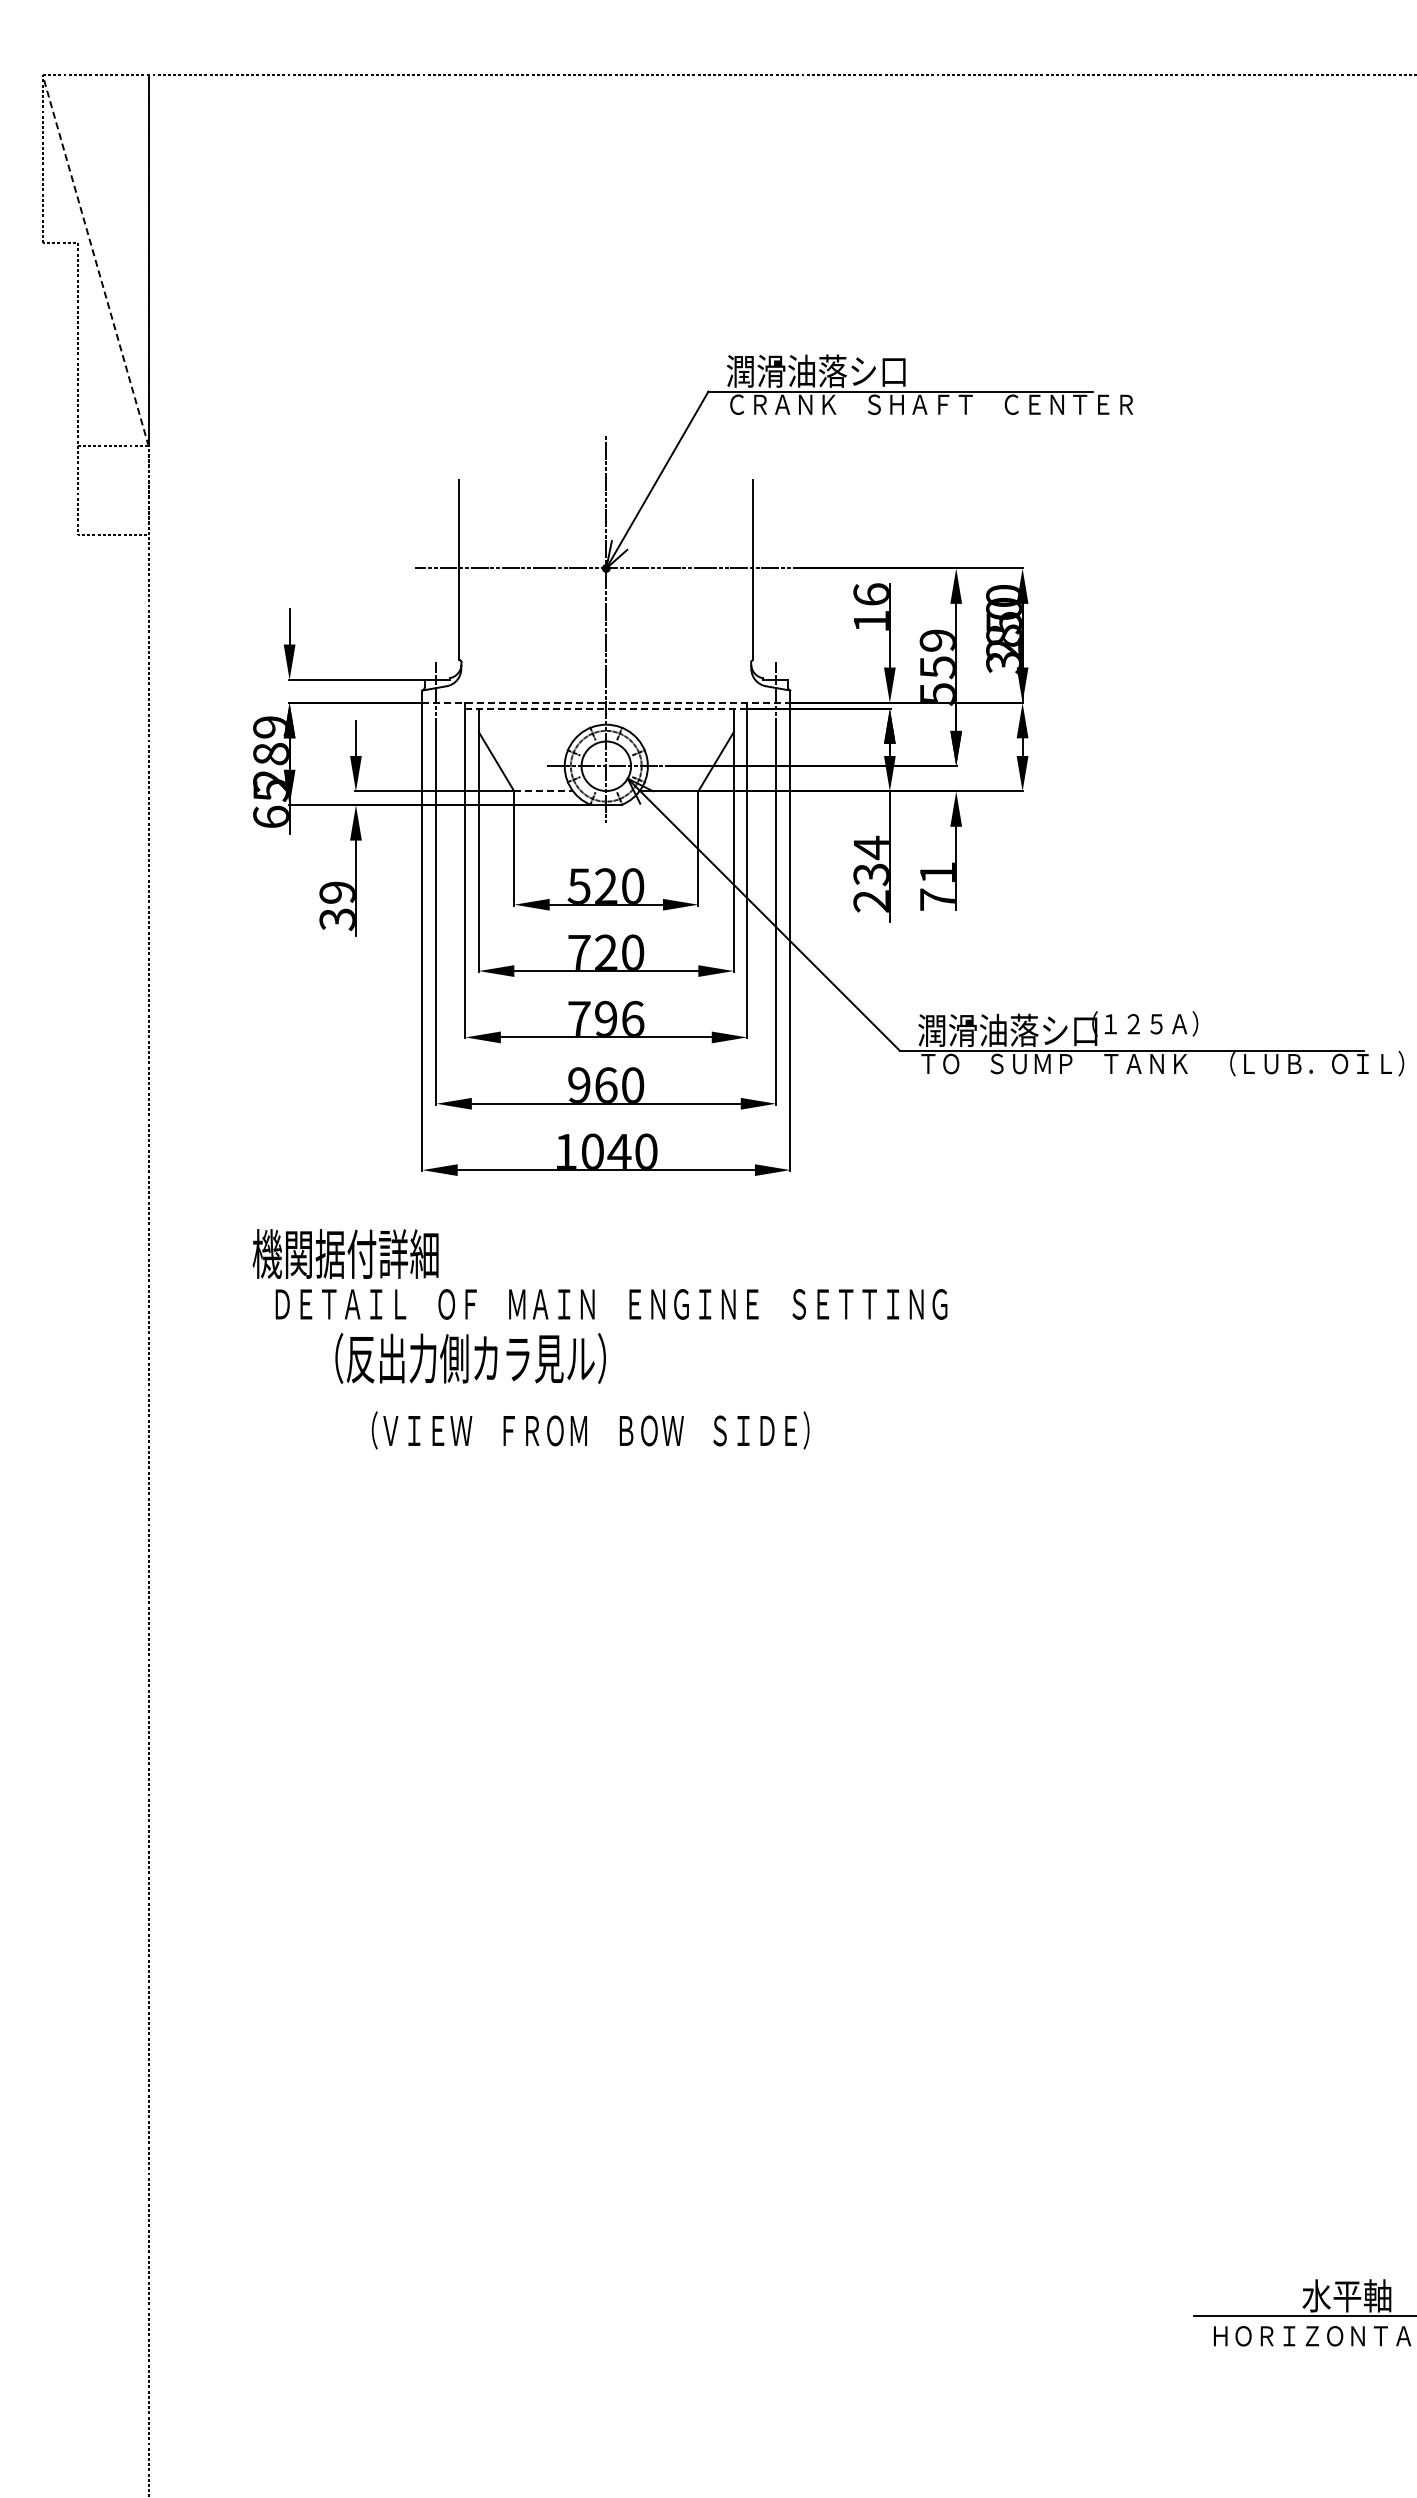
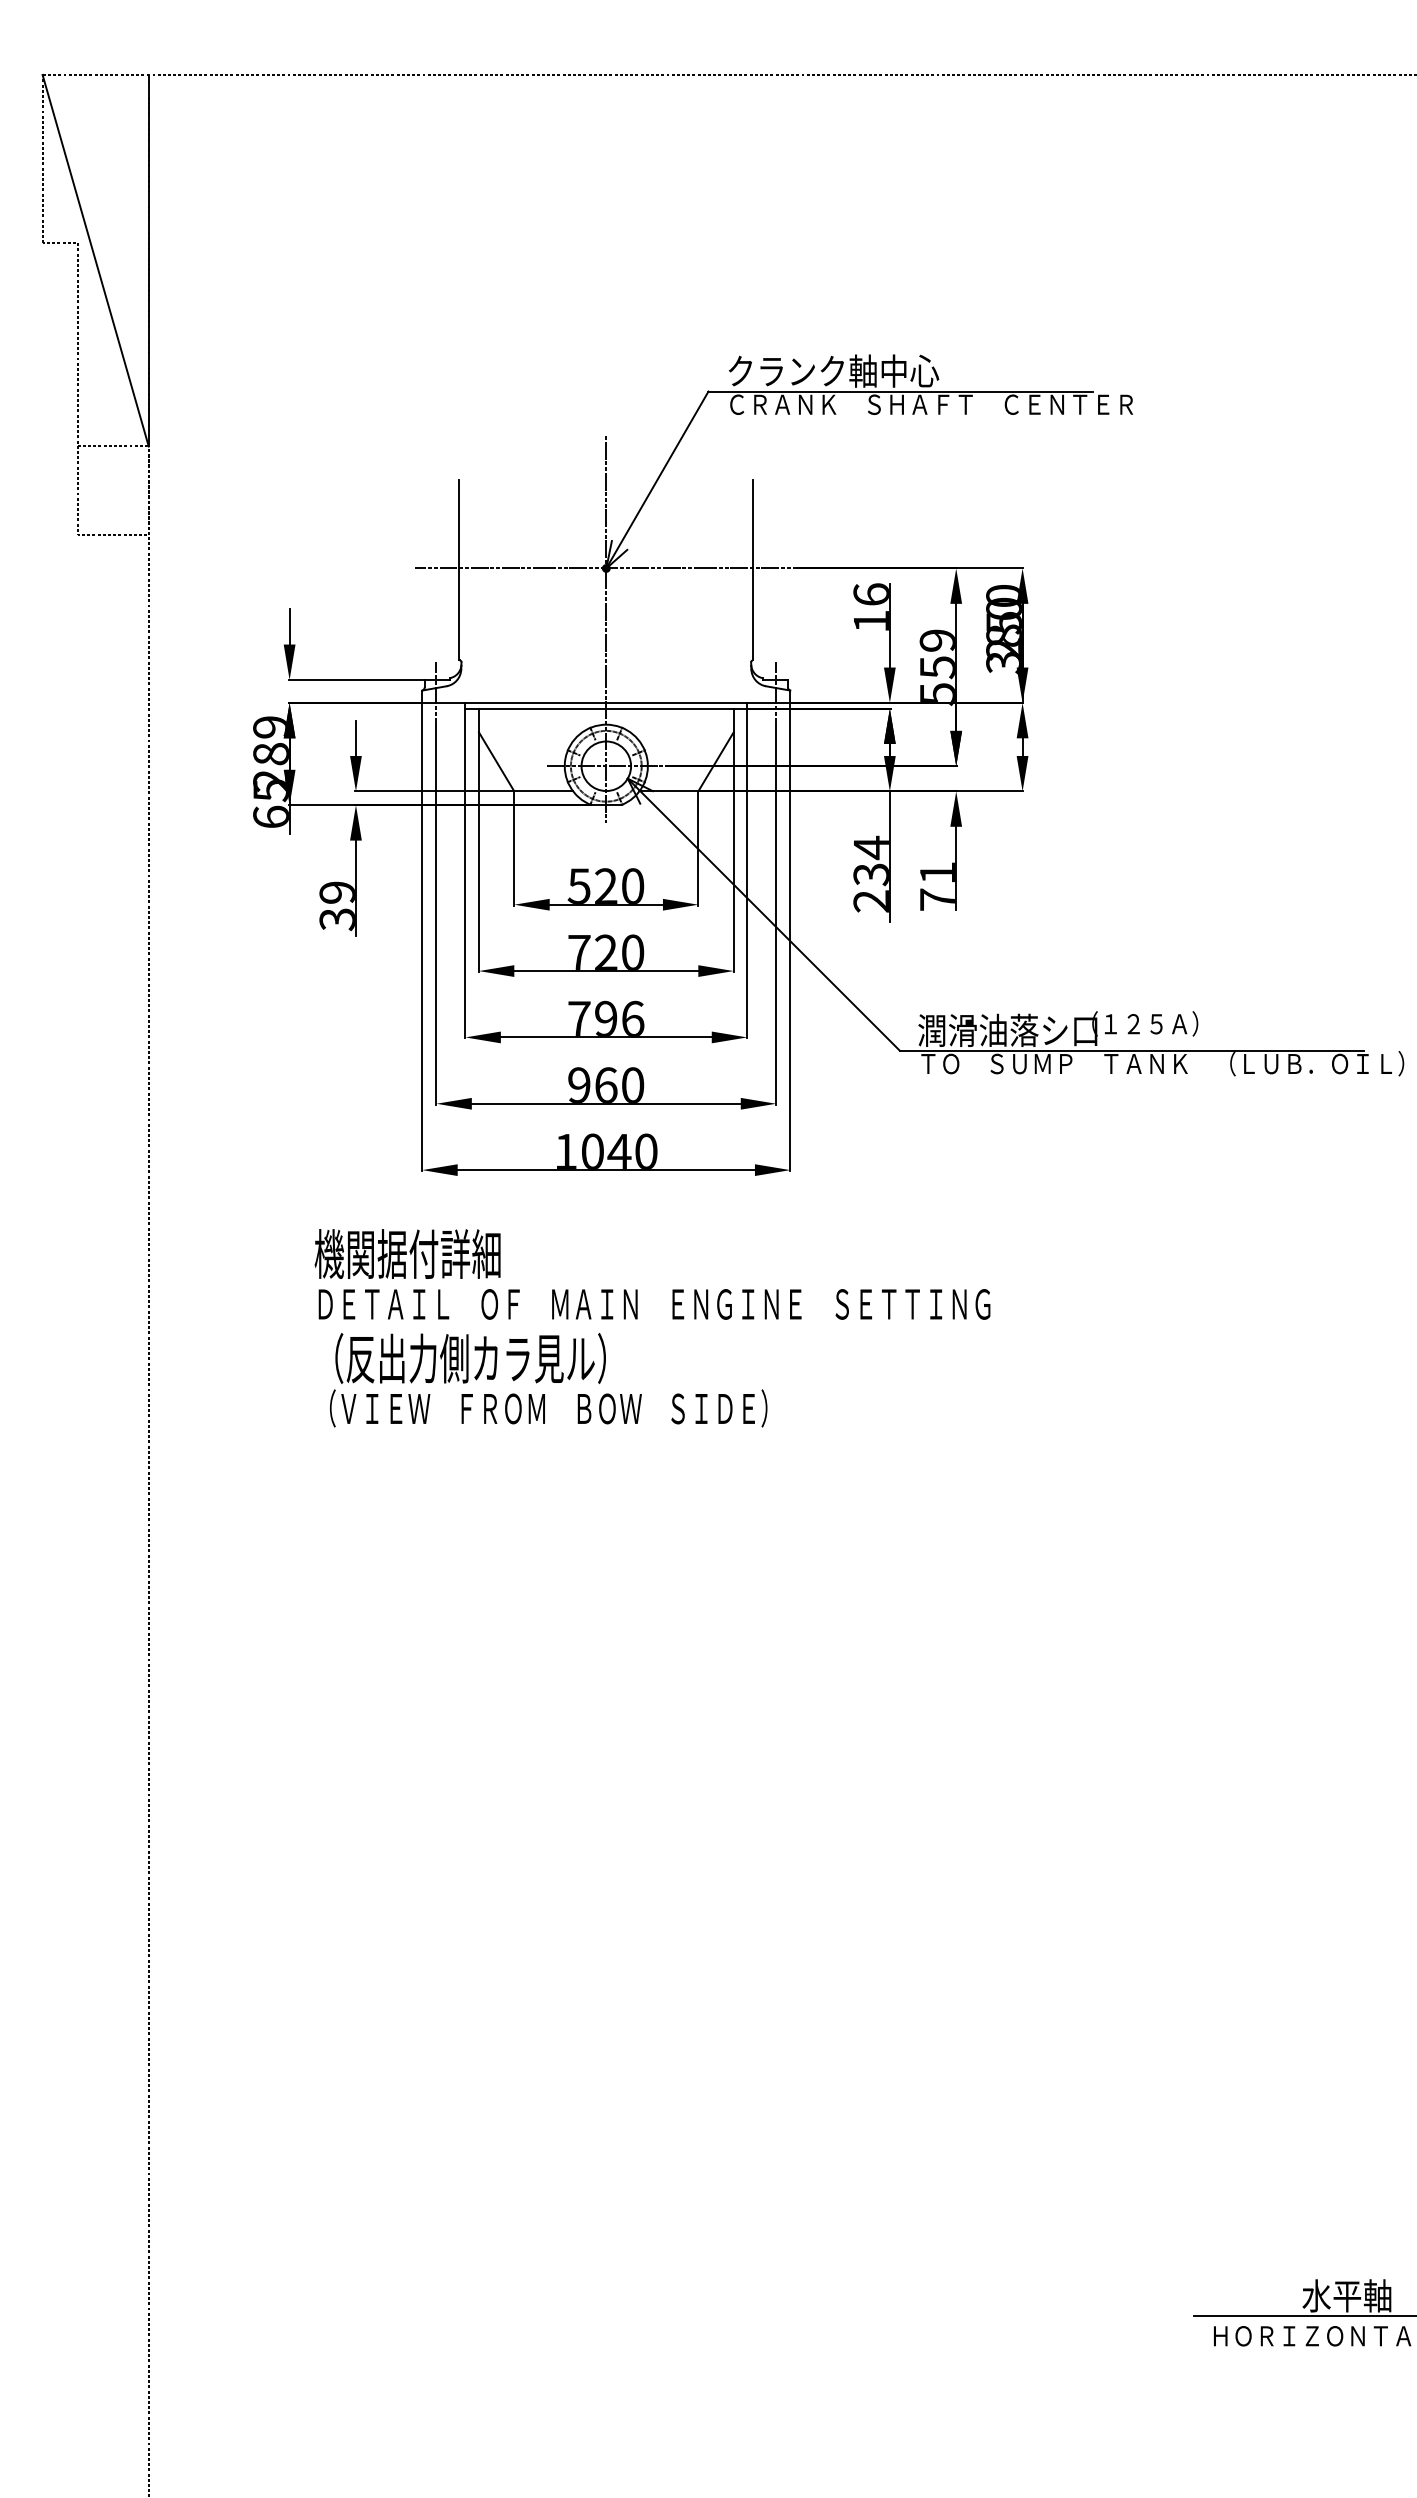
line at (95, 260): dashed -> solid
text at (833, 370): 潤滑油落シ口 -> クランク軸中心
line at (606, 702): dashed -> solid
line at (606, 708): dashed -> solid
line at (544, 791): dashed -> solid
text at (345, 1253) position: (345, 1253) -> (407, 1253)
text at (611, 1304) position: (611, 1304) -> (654, 1304)
text at (590, 1430) position: (590, 1430) -> (548, 1408)
